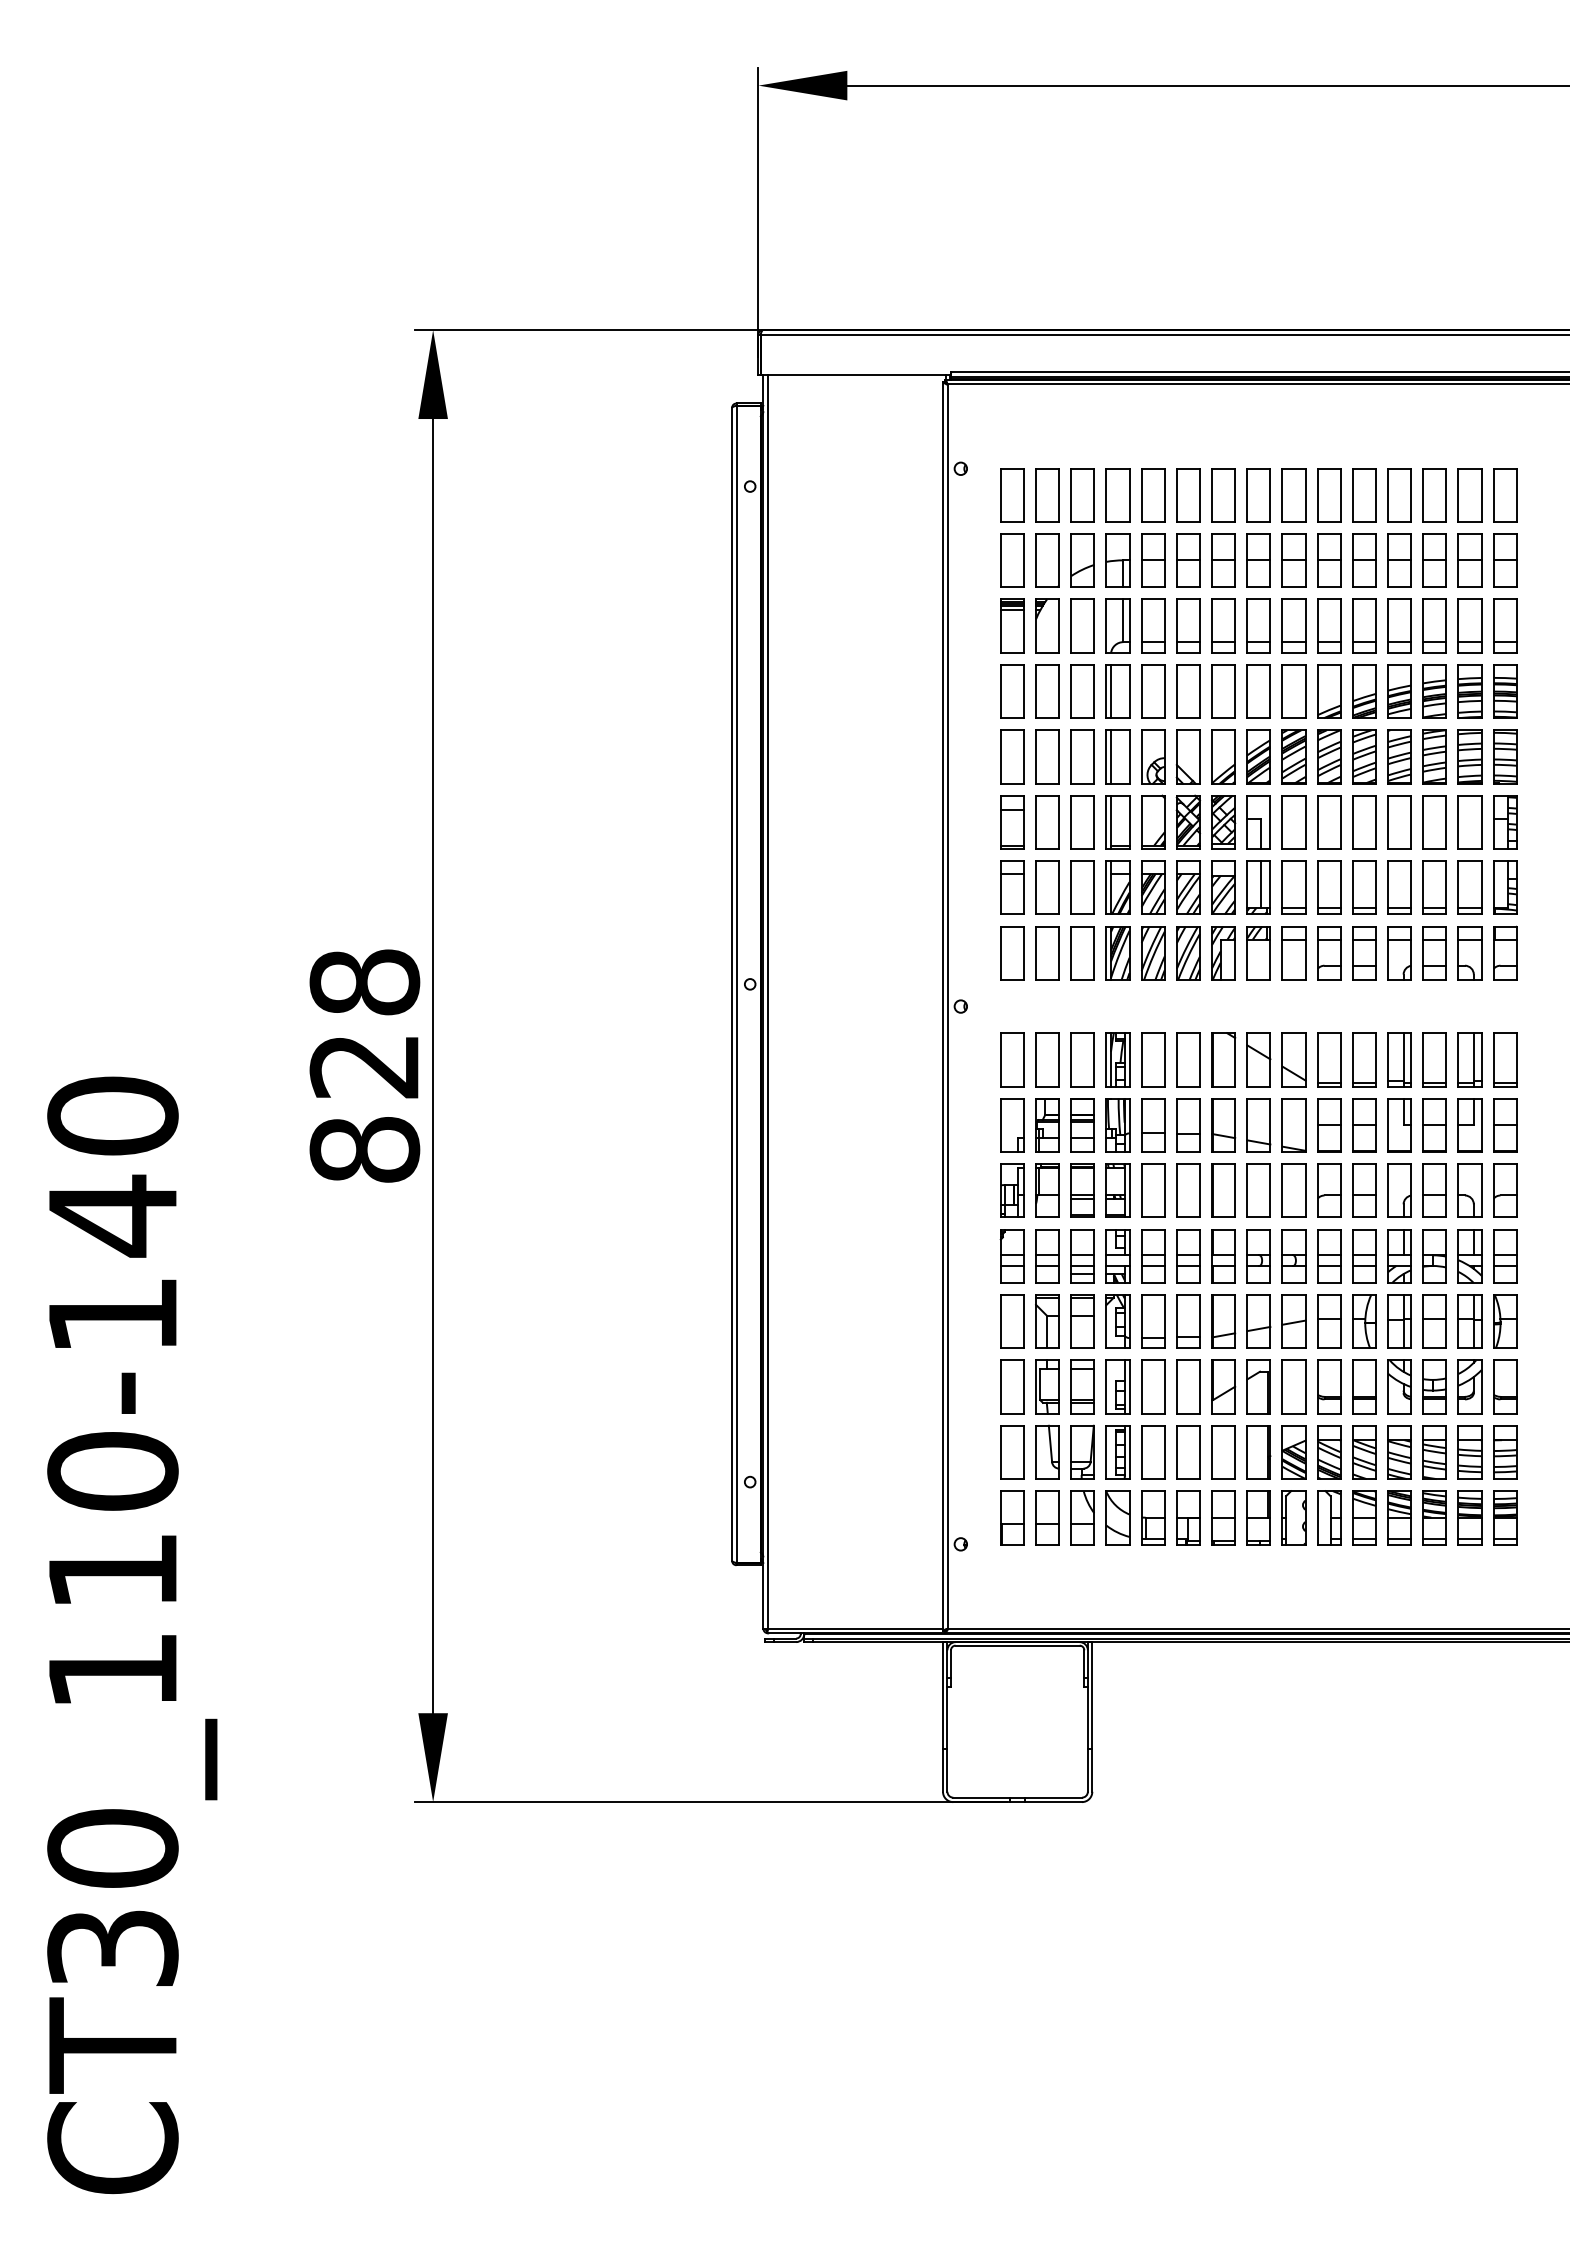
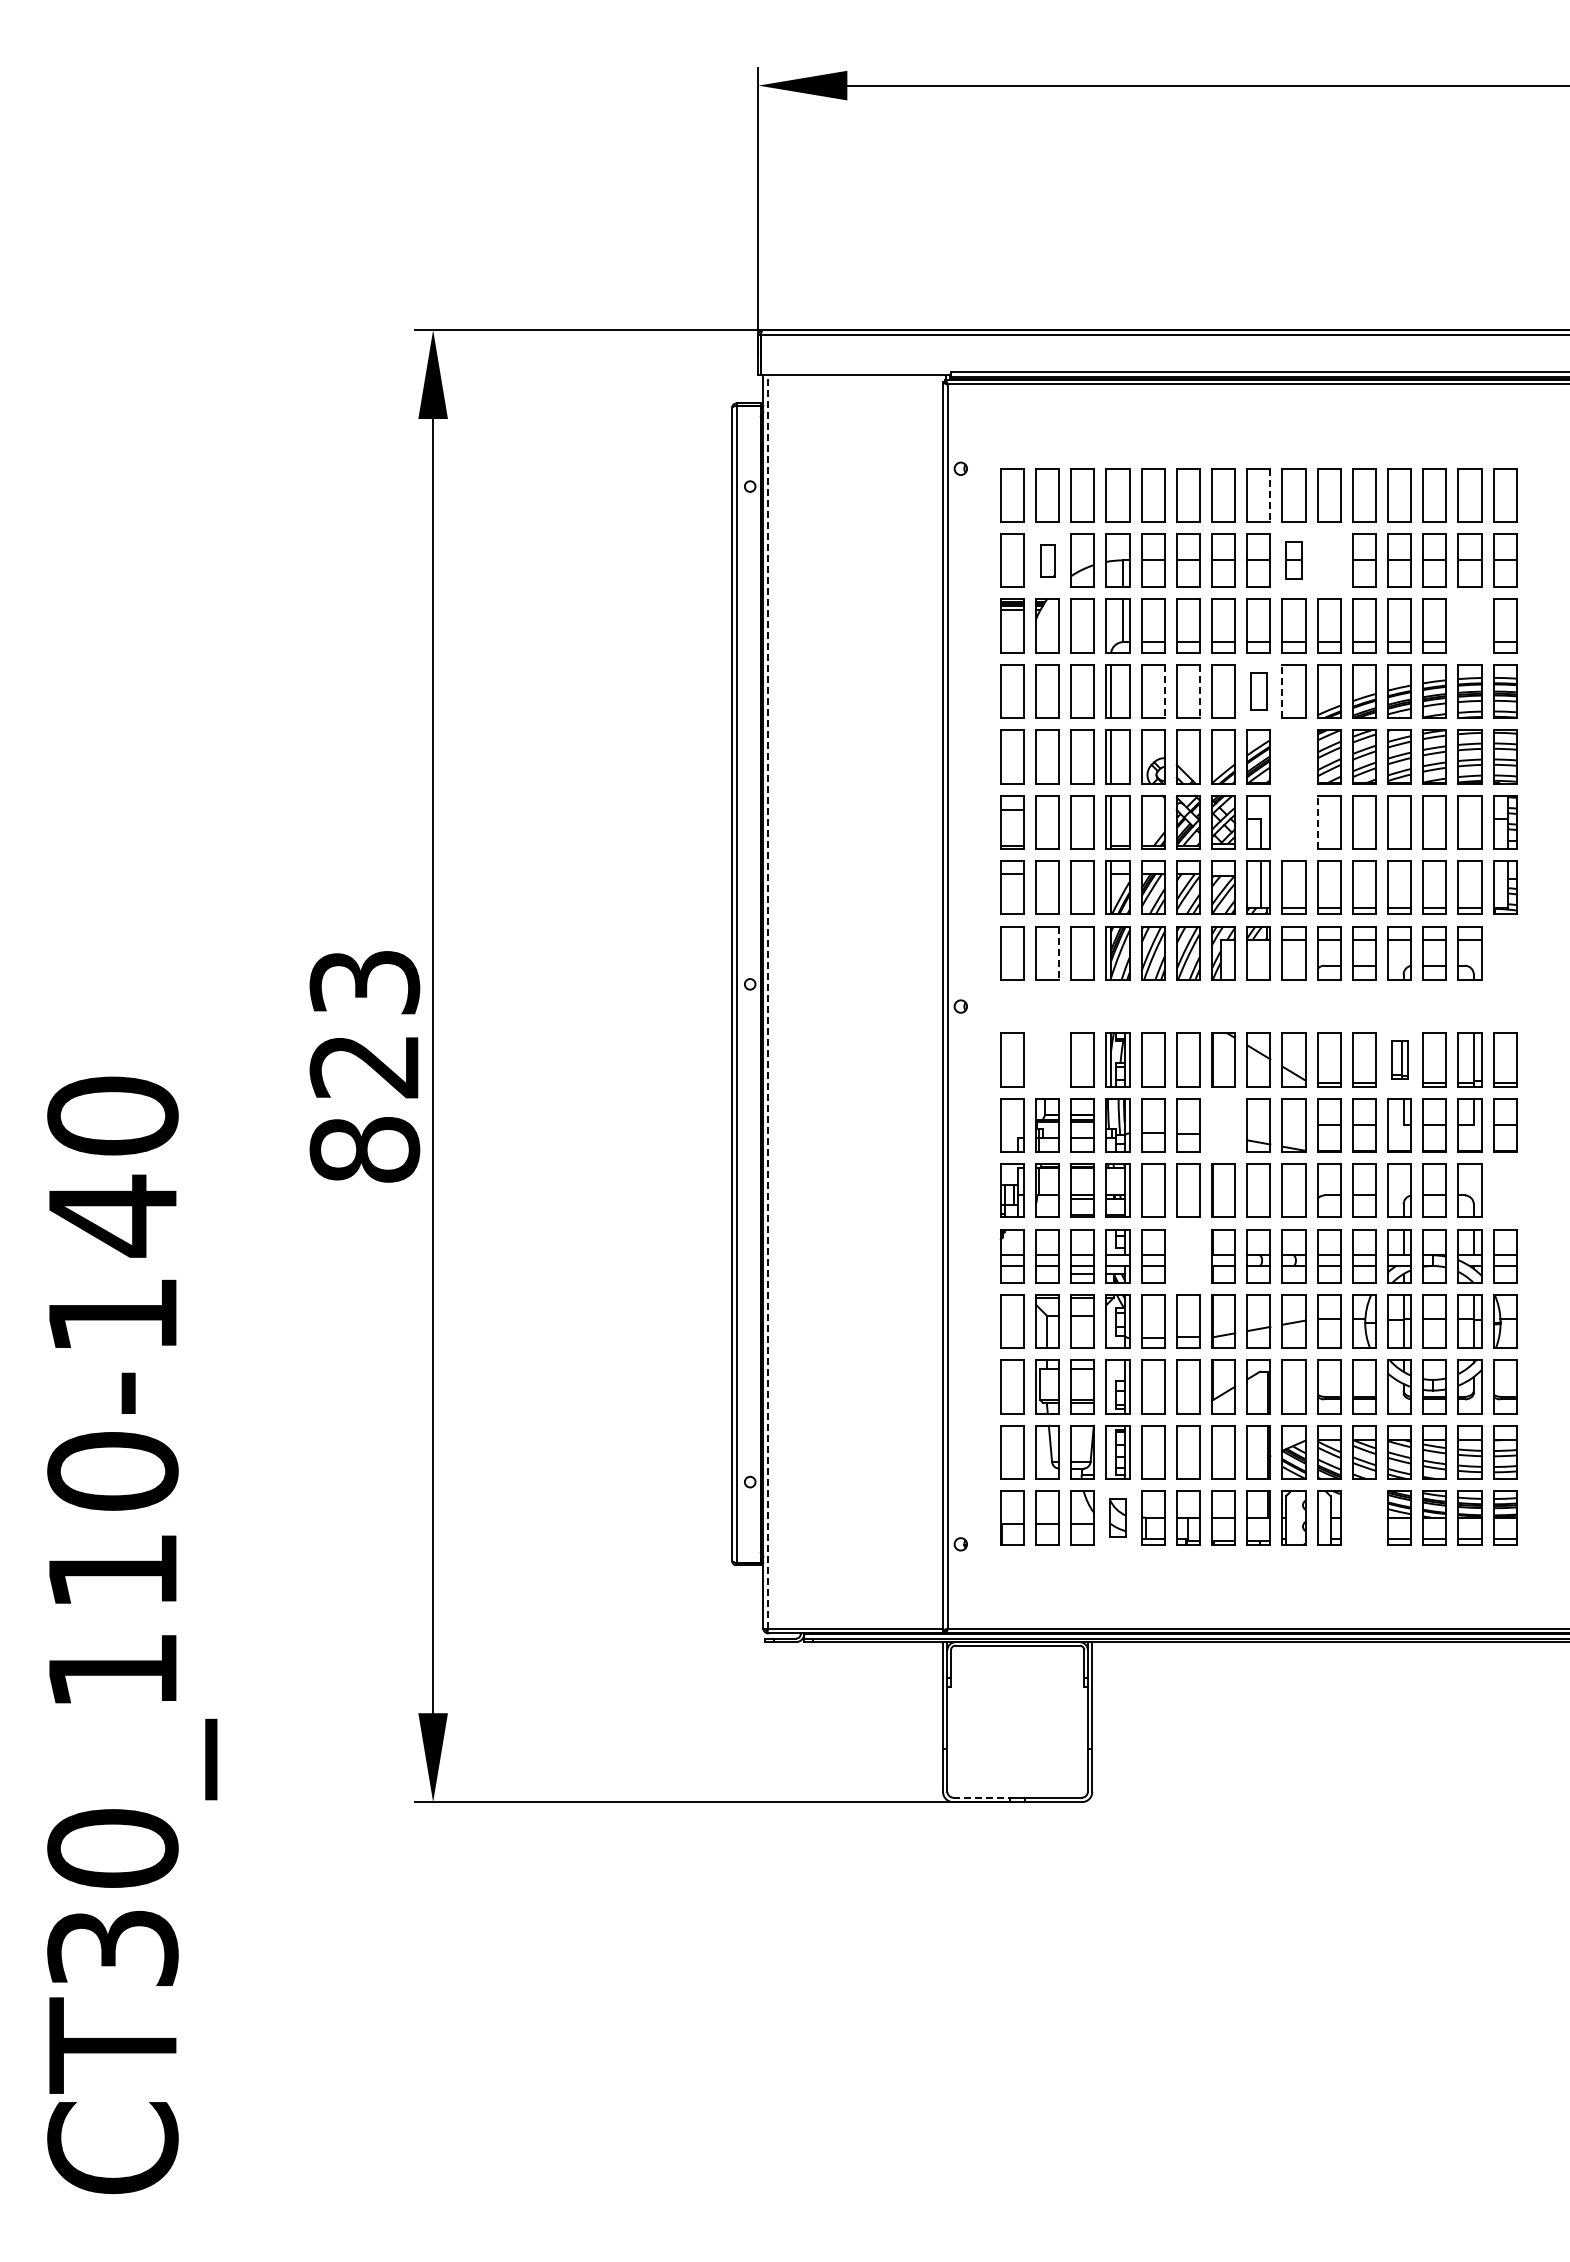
line at (1270, 495): solid -> dashed
part at (1047, 560) size: 25x55 px -> 16x34 px
part at (1293, 560) size: 26x55 px -> 18x39 px
part at (1329, 560): present -> none
part at (1469, 625): present -> none
line at (1164, 691): solid -> dashed
line at (1199, 691): solid -> dashed
part at (1258, 691) size: 25x55 px -> 18x39 px
line at (1282, 691): solid -> dashed
part at (1293, 756): present -> none
part at (1293, 822): present -> none
line at (1317, 822): solid -> dashed
part at (1505, 952): present -> none
line at (1059, 953): solid -> dashed
text at (364, 982): 828 -> 823
line at (767, 1001): solid -> dashed
part at (1047, 1059): present -> none
part at (1399, 1059) size: 25x56 px -> 18x40 px
part at (1223, 1125): present -> none
part at (1505, 1190): present -> none
part at (1188, 1256): present -> none
part at (1117, 1517) size: 26x56 px -> 18x40 px
part at (1364, 1517): present -> none
line at (982, 1797): solid -> dashed
